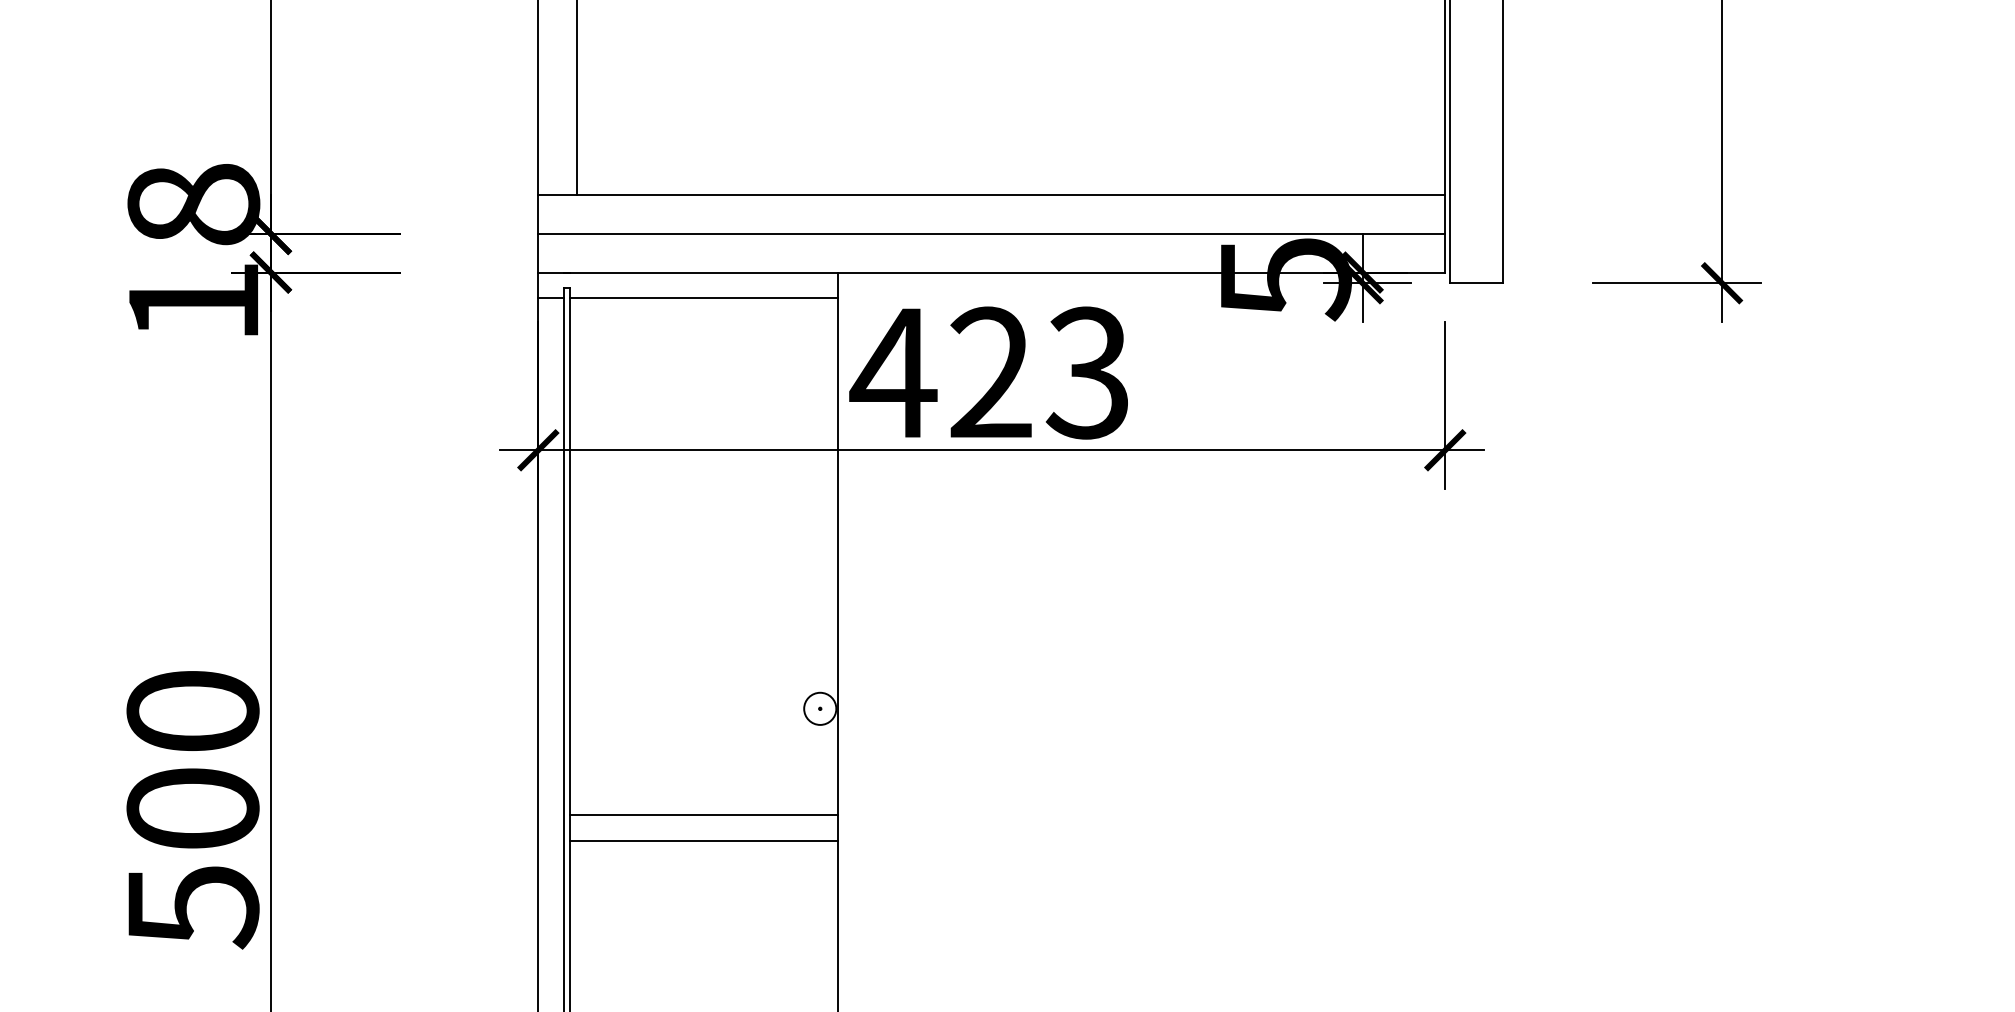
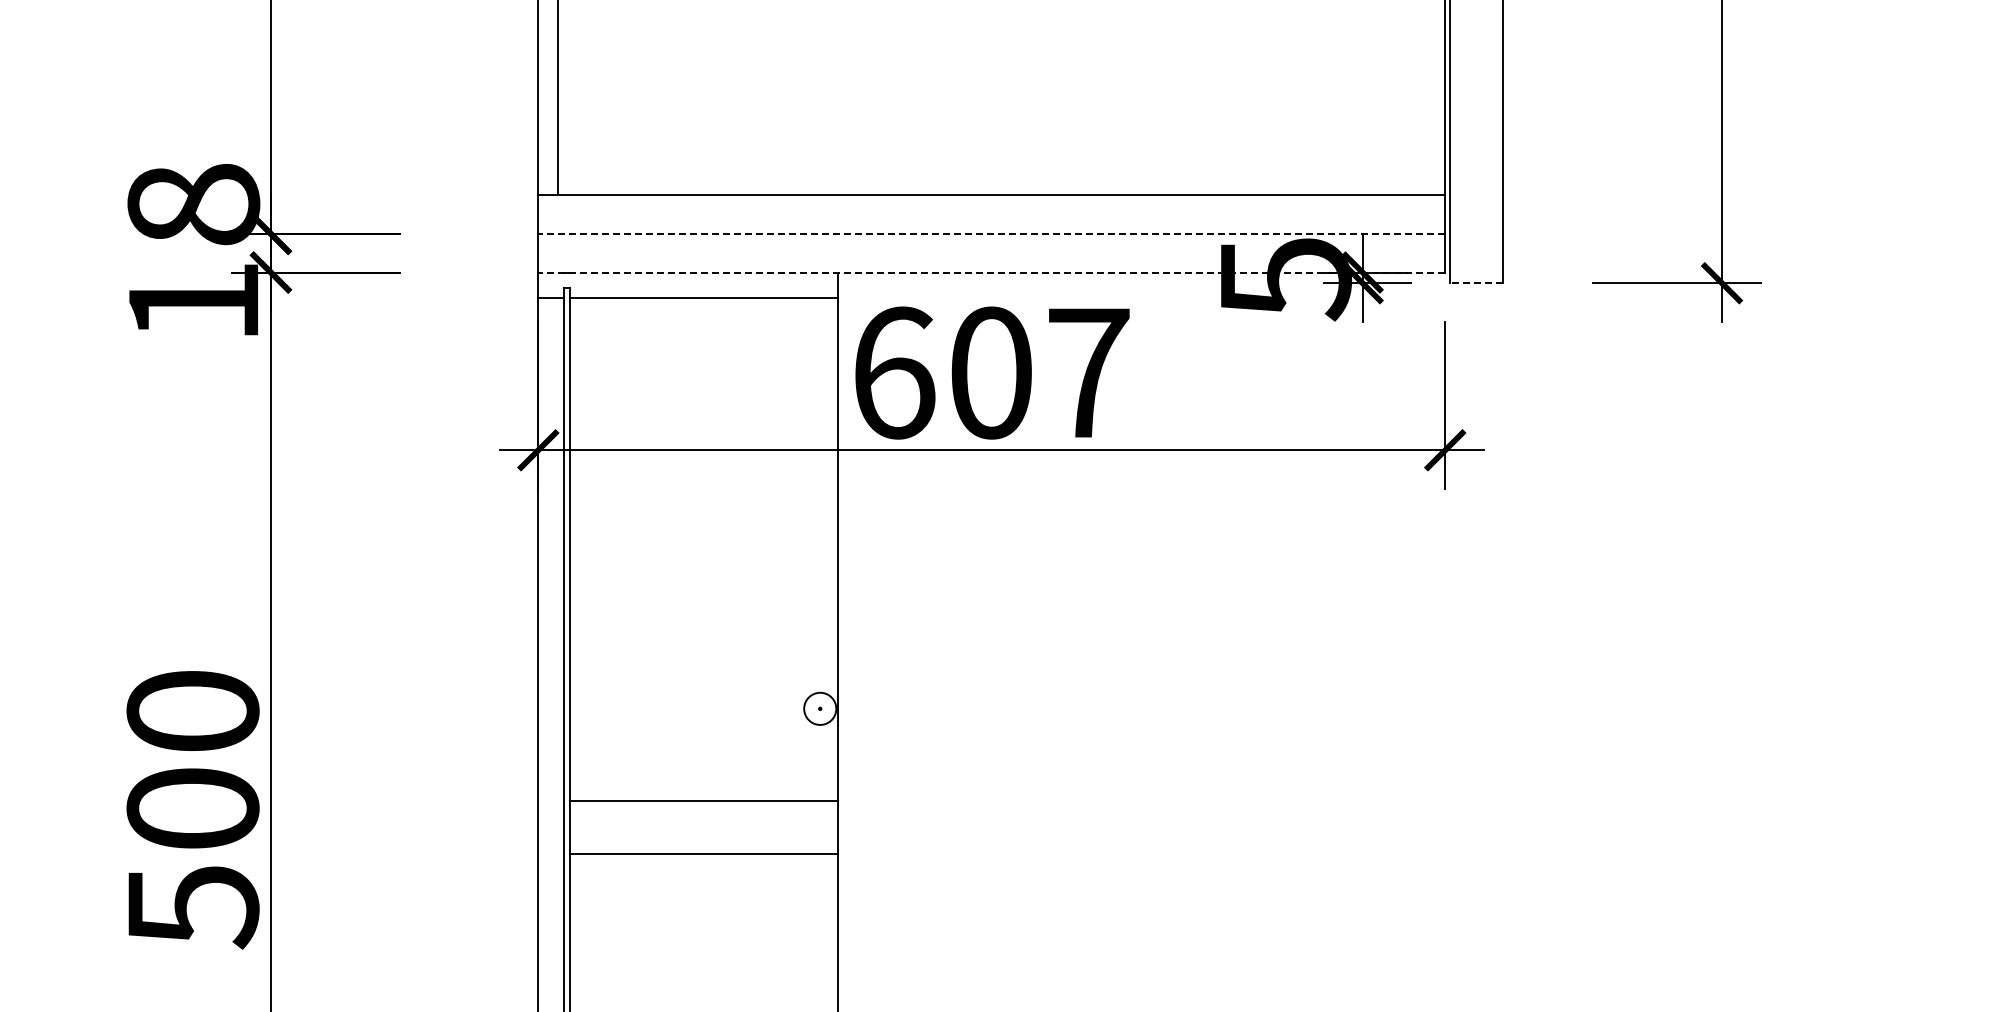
line at (576, 98) position: (576, 98) -> (557, 98)
line at (991, 233): solid -> dashed
line at (991, 272): solid -> dashed
line at (1476, 283): solid -> dashed
text at (989, 372): 423 -> 607
line at (704, 814) position: (704, 814) -> (704, 800)
line at (704, 840) position: (704, 840) -> (704, 853)
